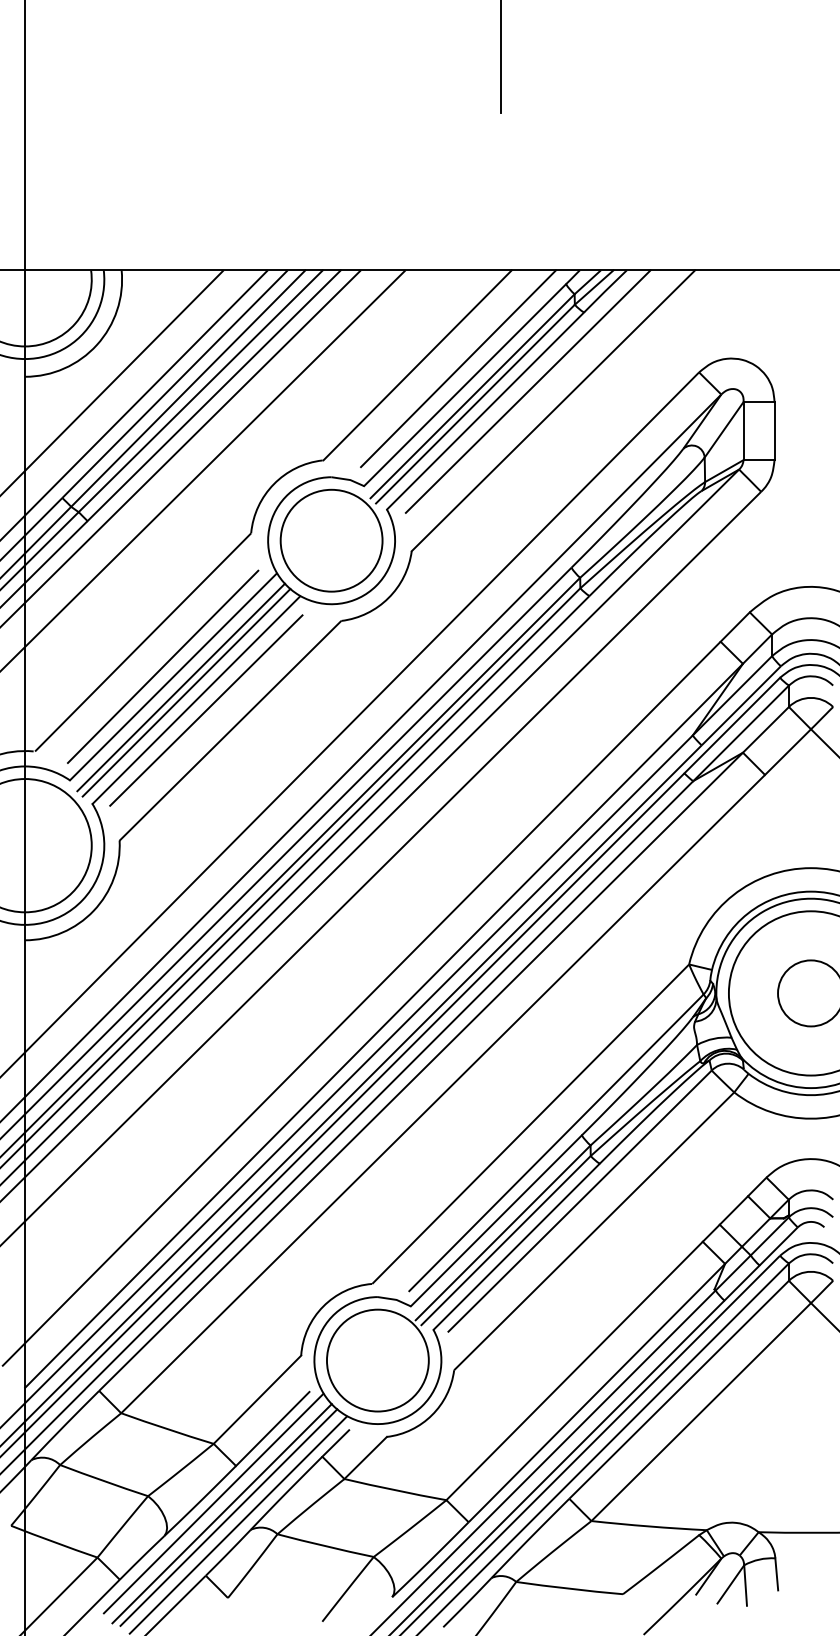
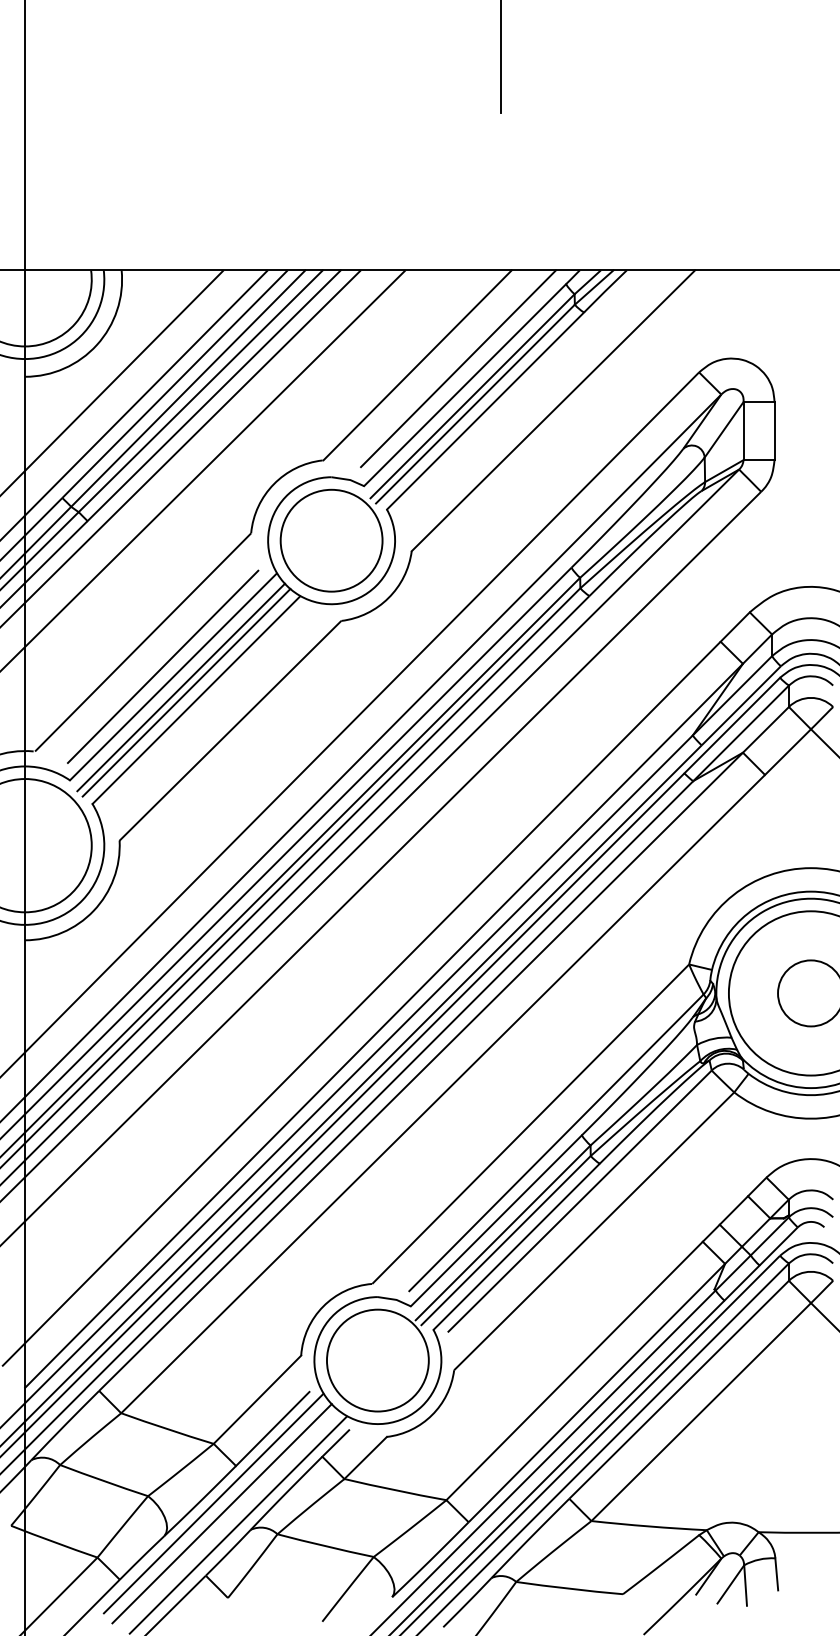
line at (527, 391): present -> none
line at (206, 710): present -> none
line at (228, 1517): present -> none
